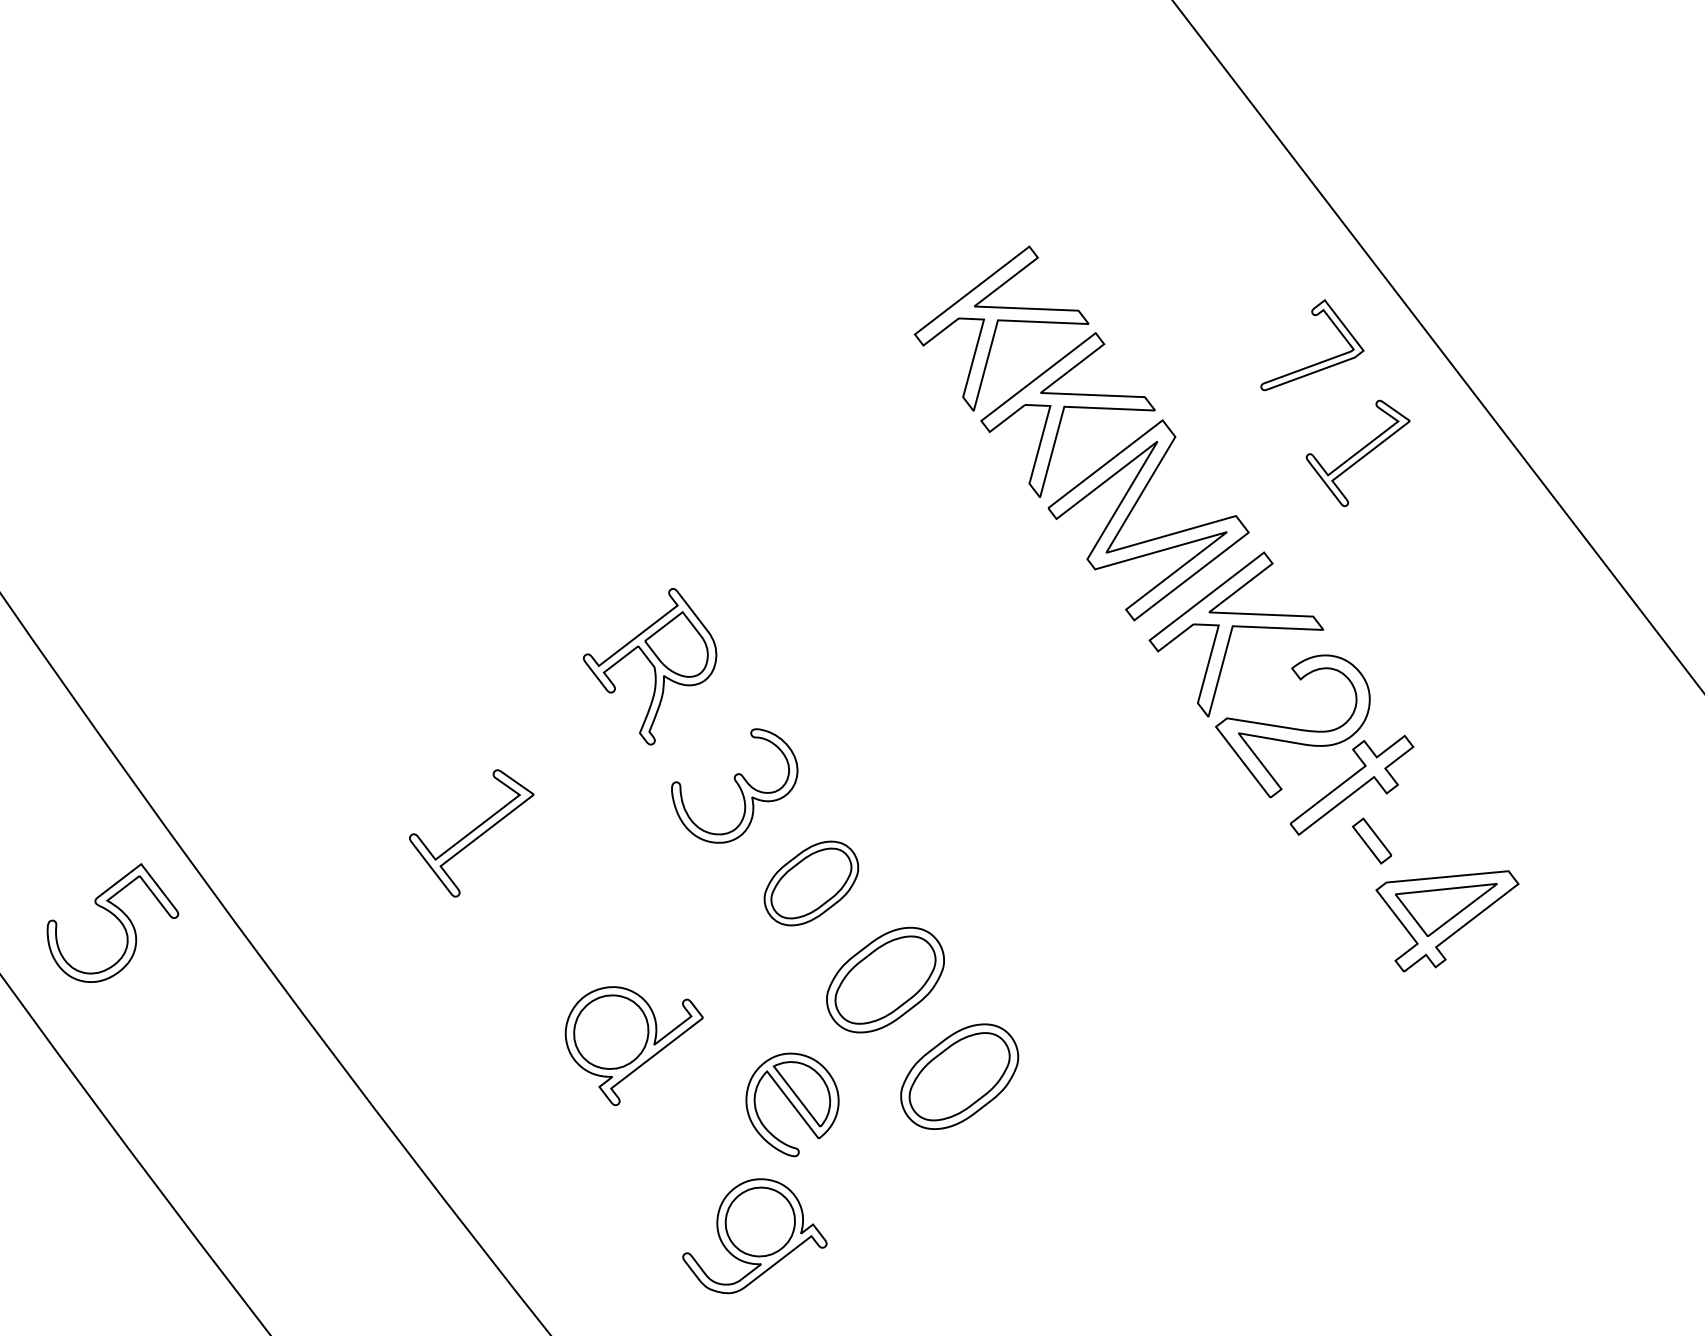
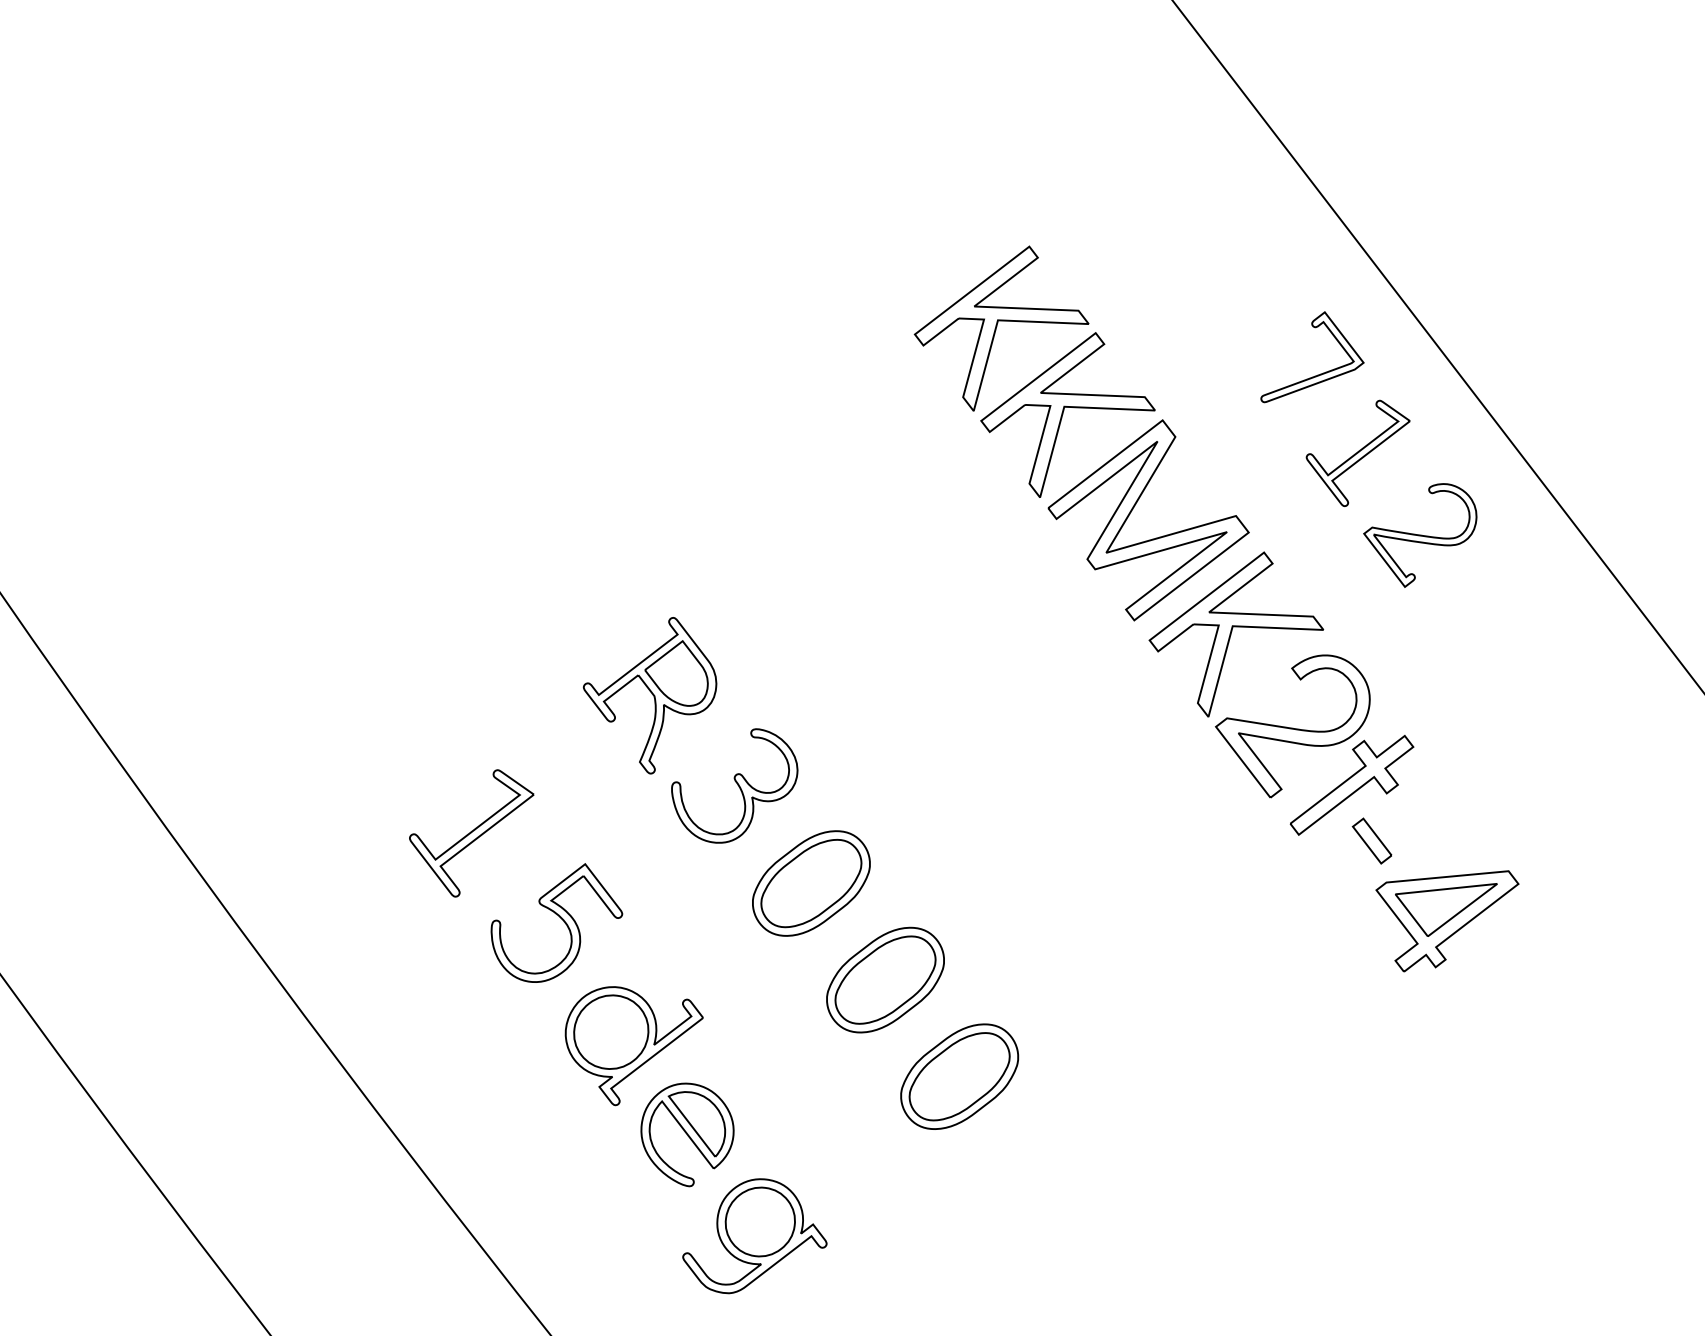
part at (1317, 362) position: (1317, 362) -> (1317, 374)
part at (1420, 535): none -> present
part at (649, 666) position: (649, 666) -> (649, 695)
part at (811, 883) size: 97x87 px -> 119x107 px
part at (112, 922) position: (112, 922) -> (556, 922)
part at (792, 1104) position: (792, 1104) -> (687, 1134)
